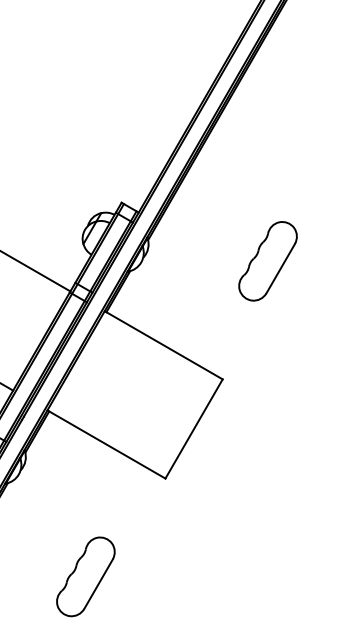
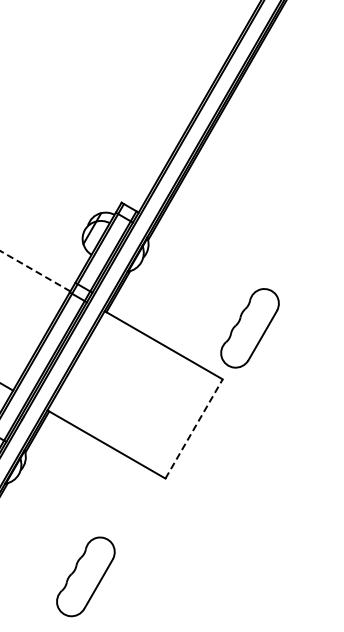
part at (267, 261) position: (267, 261) -> (249, 328)
line at (35, 271): solid -> dashed
line at (194, 428): solid -> dashed
